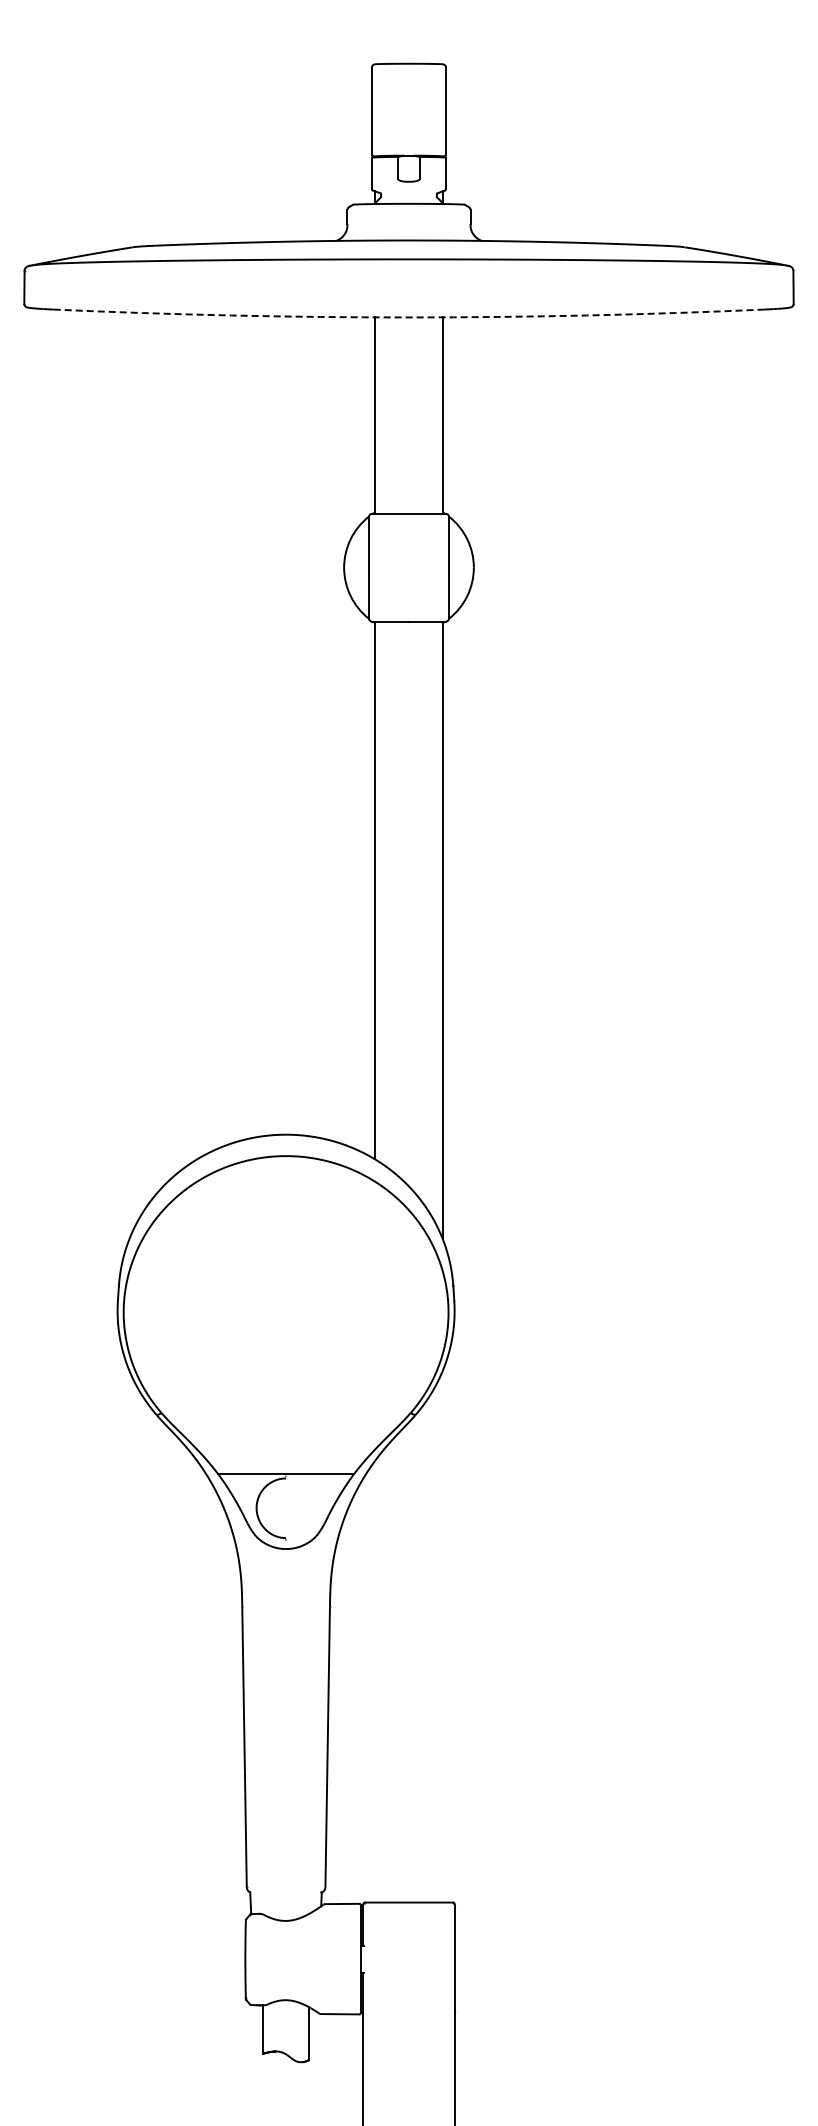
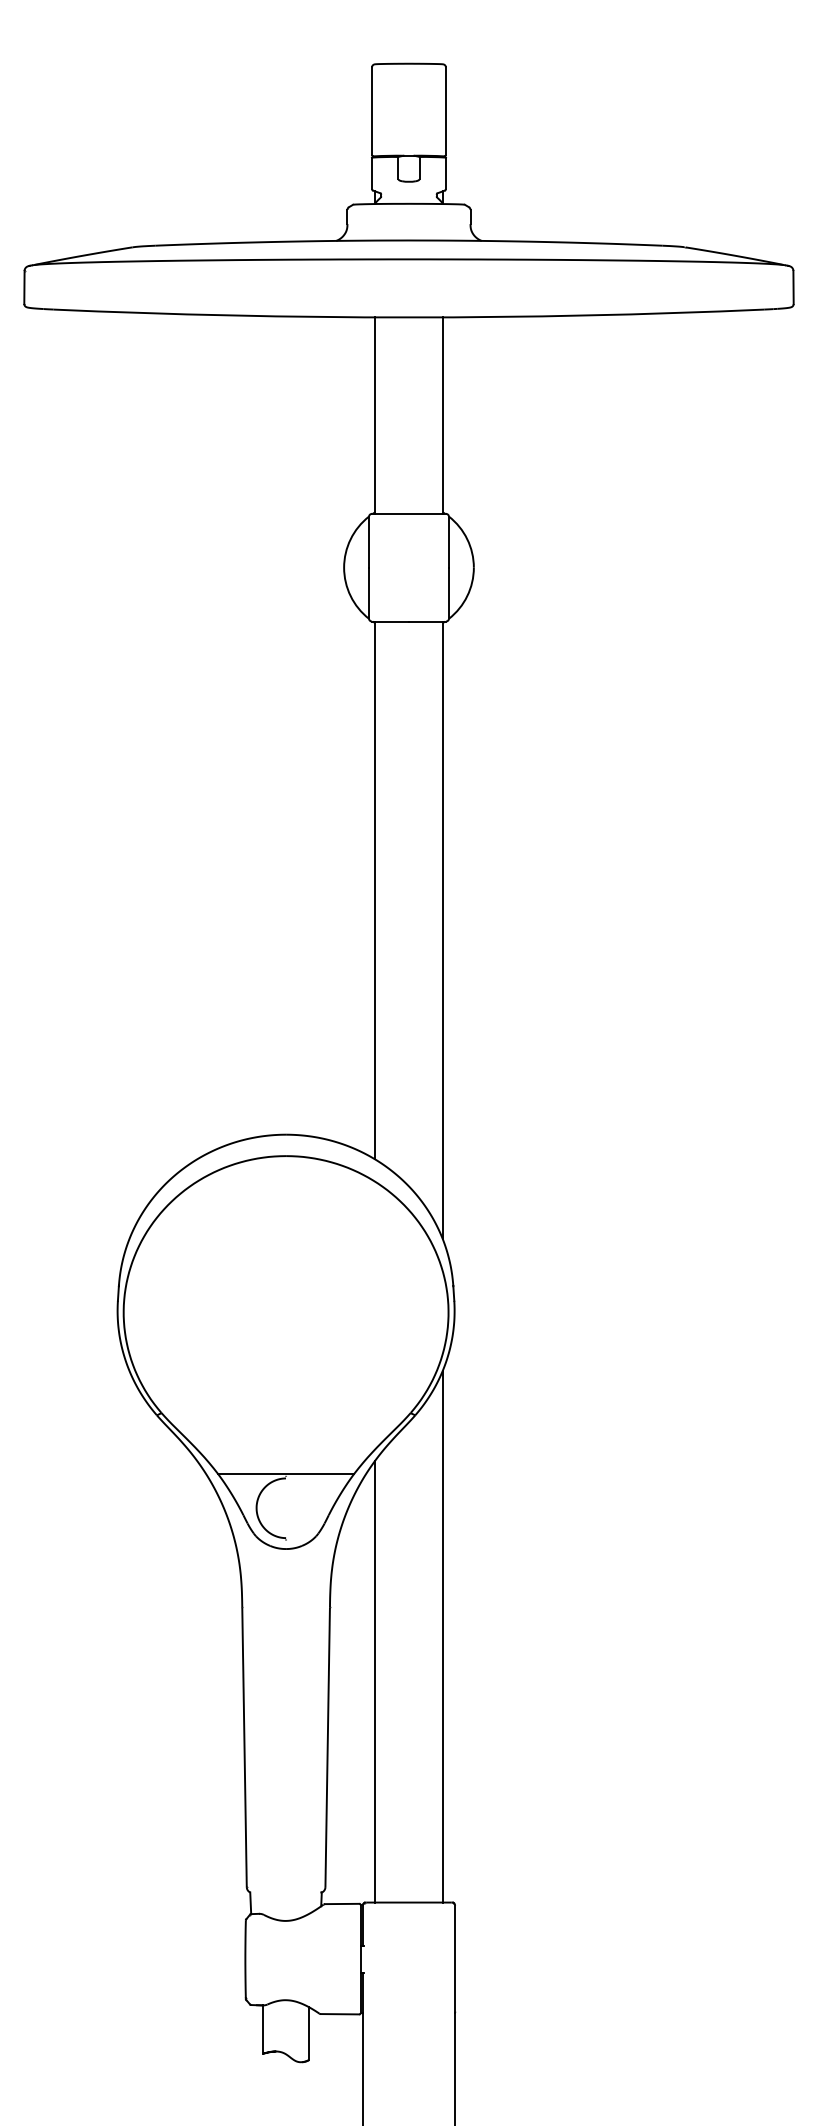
arc at (409, 317): dashed -> solid
line at (442, 1636): none -> present
line at (375, 1681): none -> present
